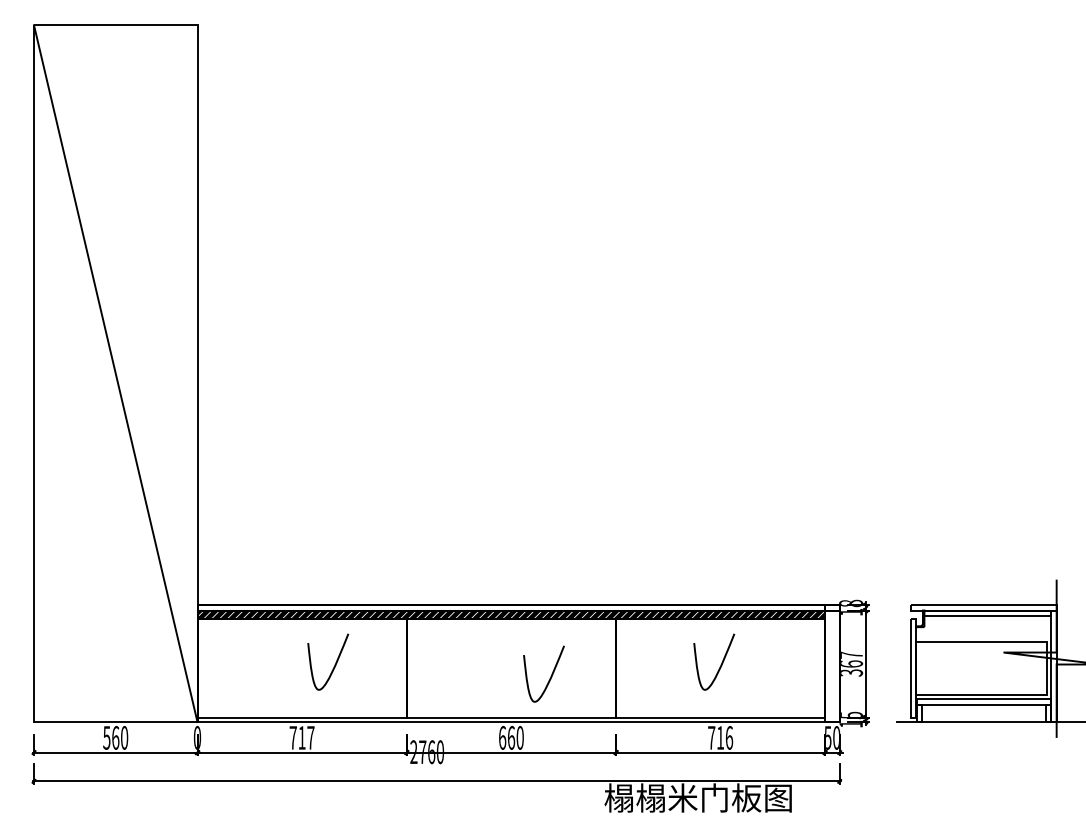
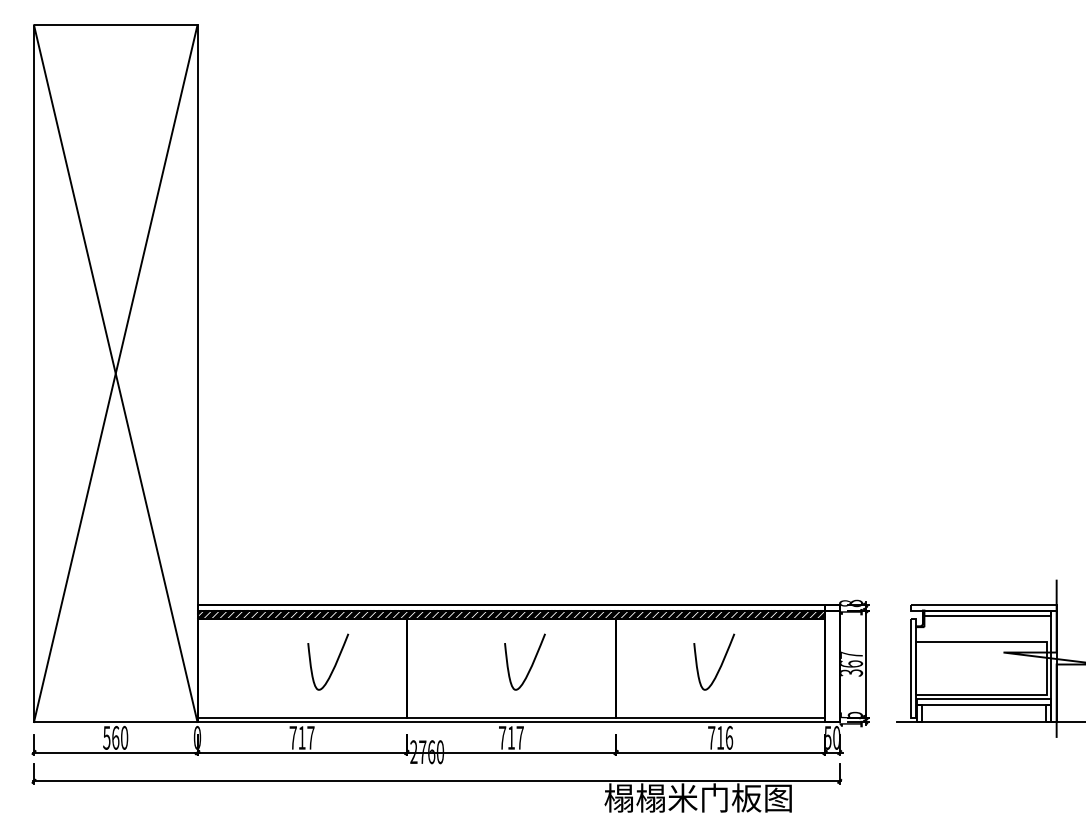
line at (115, 373): none -> present
curve at (550, 676) position: (550, 676) -> (531, 664)
text at (511, 737): 660 -> 717
